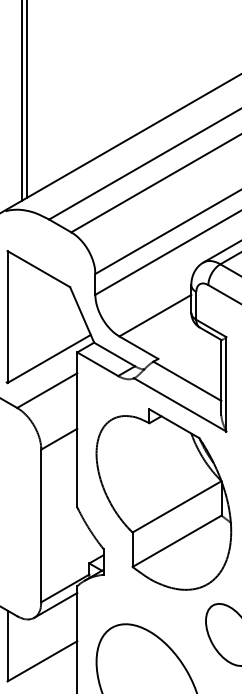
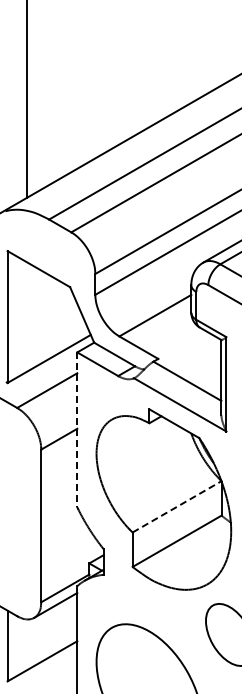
line at (21, 101): present -> none
line at (77, 430): solid -> dashed
line at (177, 506): solid -> dashed
